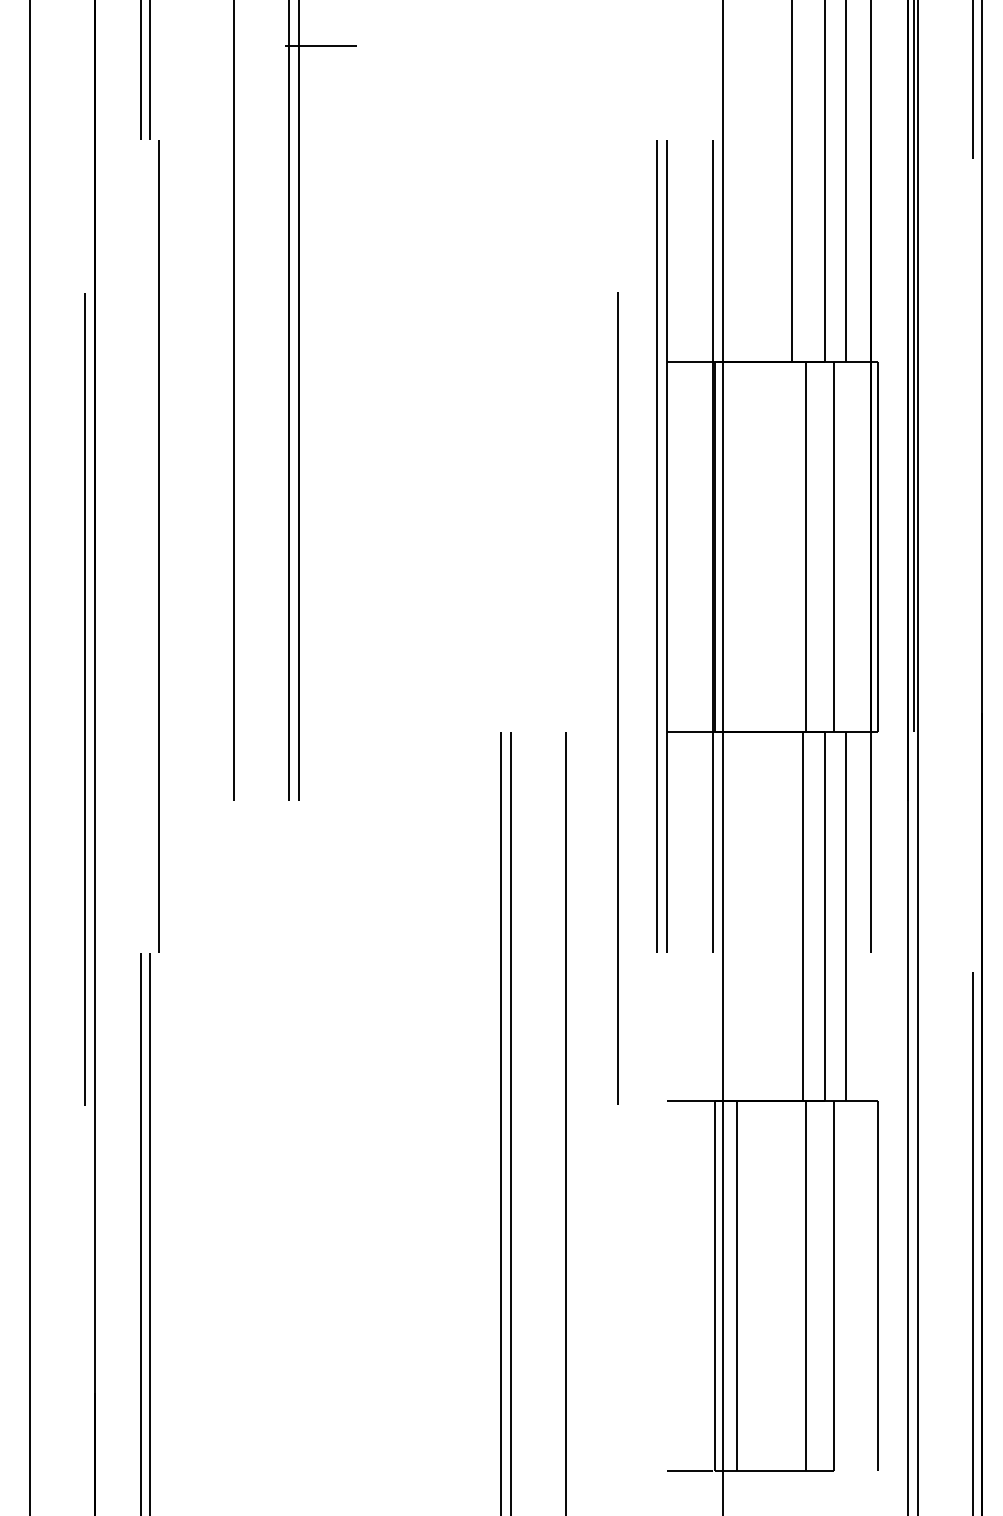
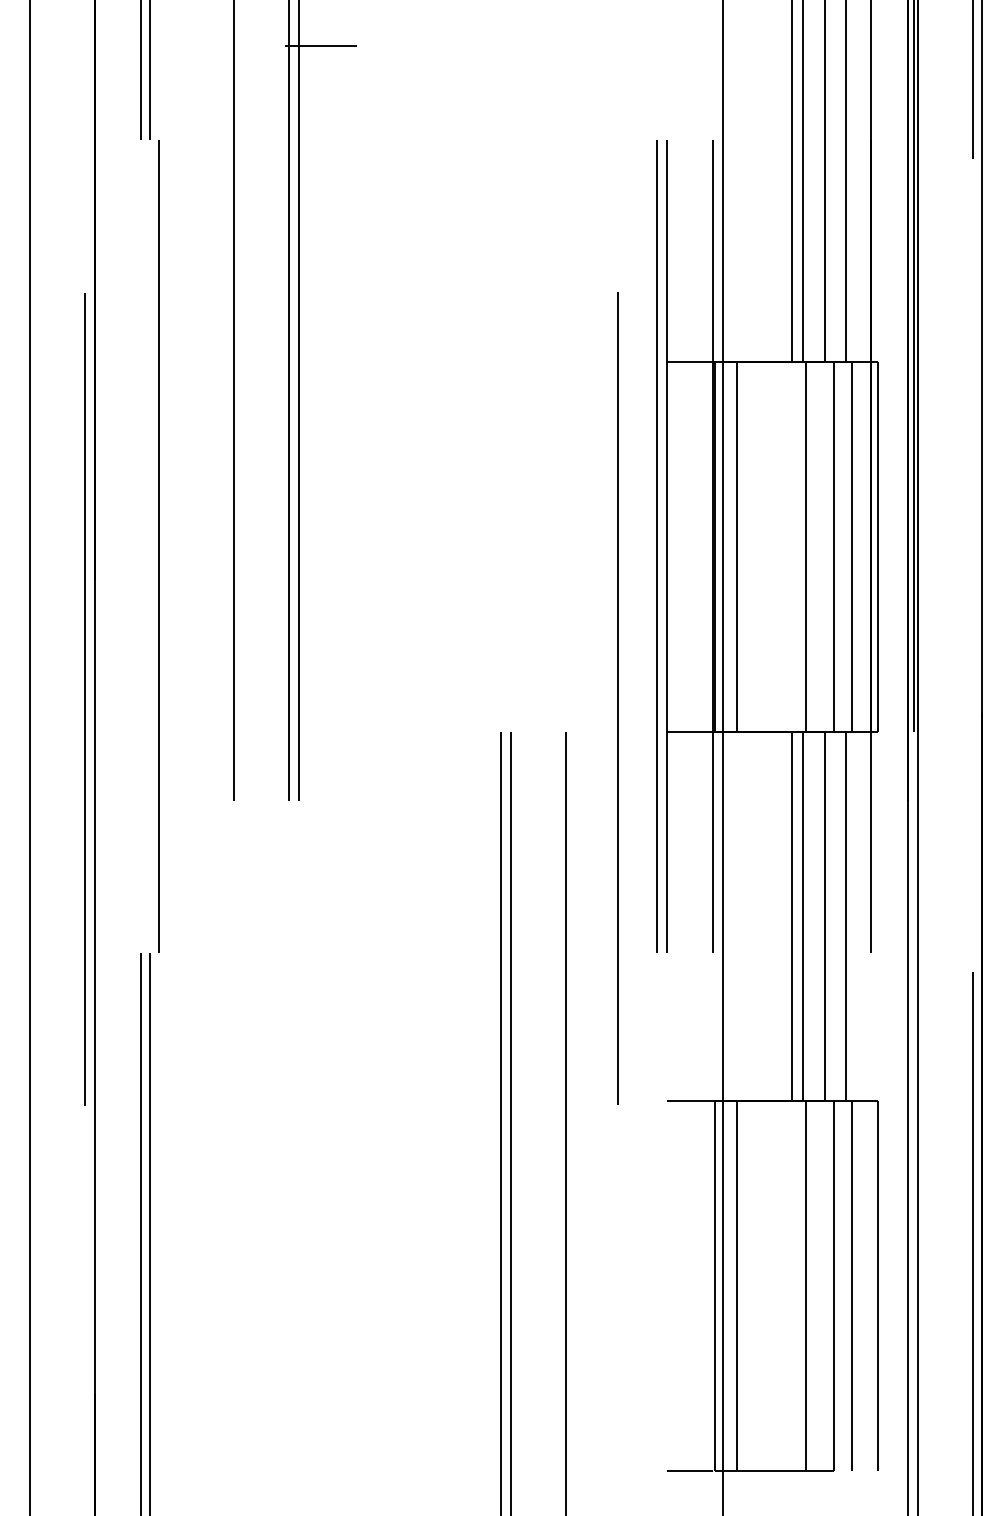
line at (802, 182): none -> present
line at (737, 546): none -> present
line at (851, 546): none -> present
line at (792, 916): none -> present
line at (851, 1285): none -> present
